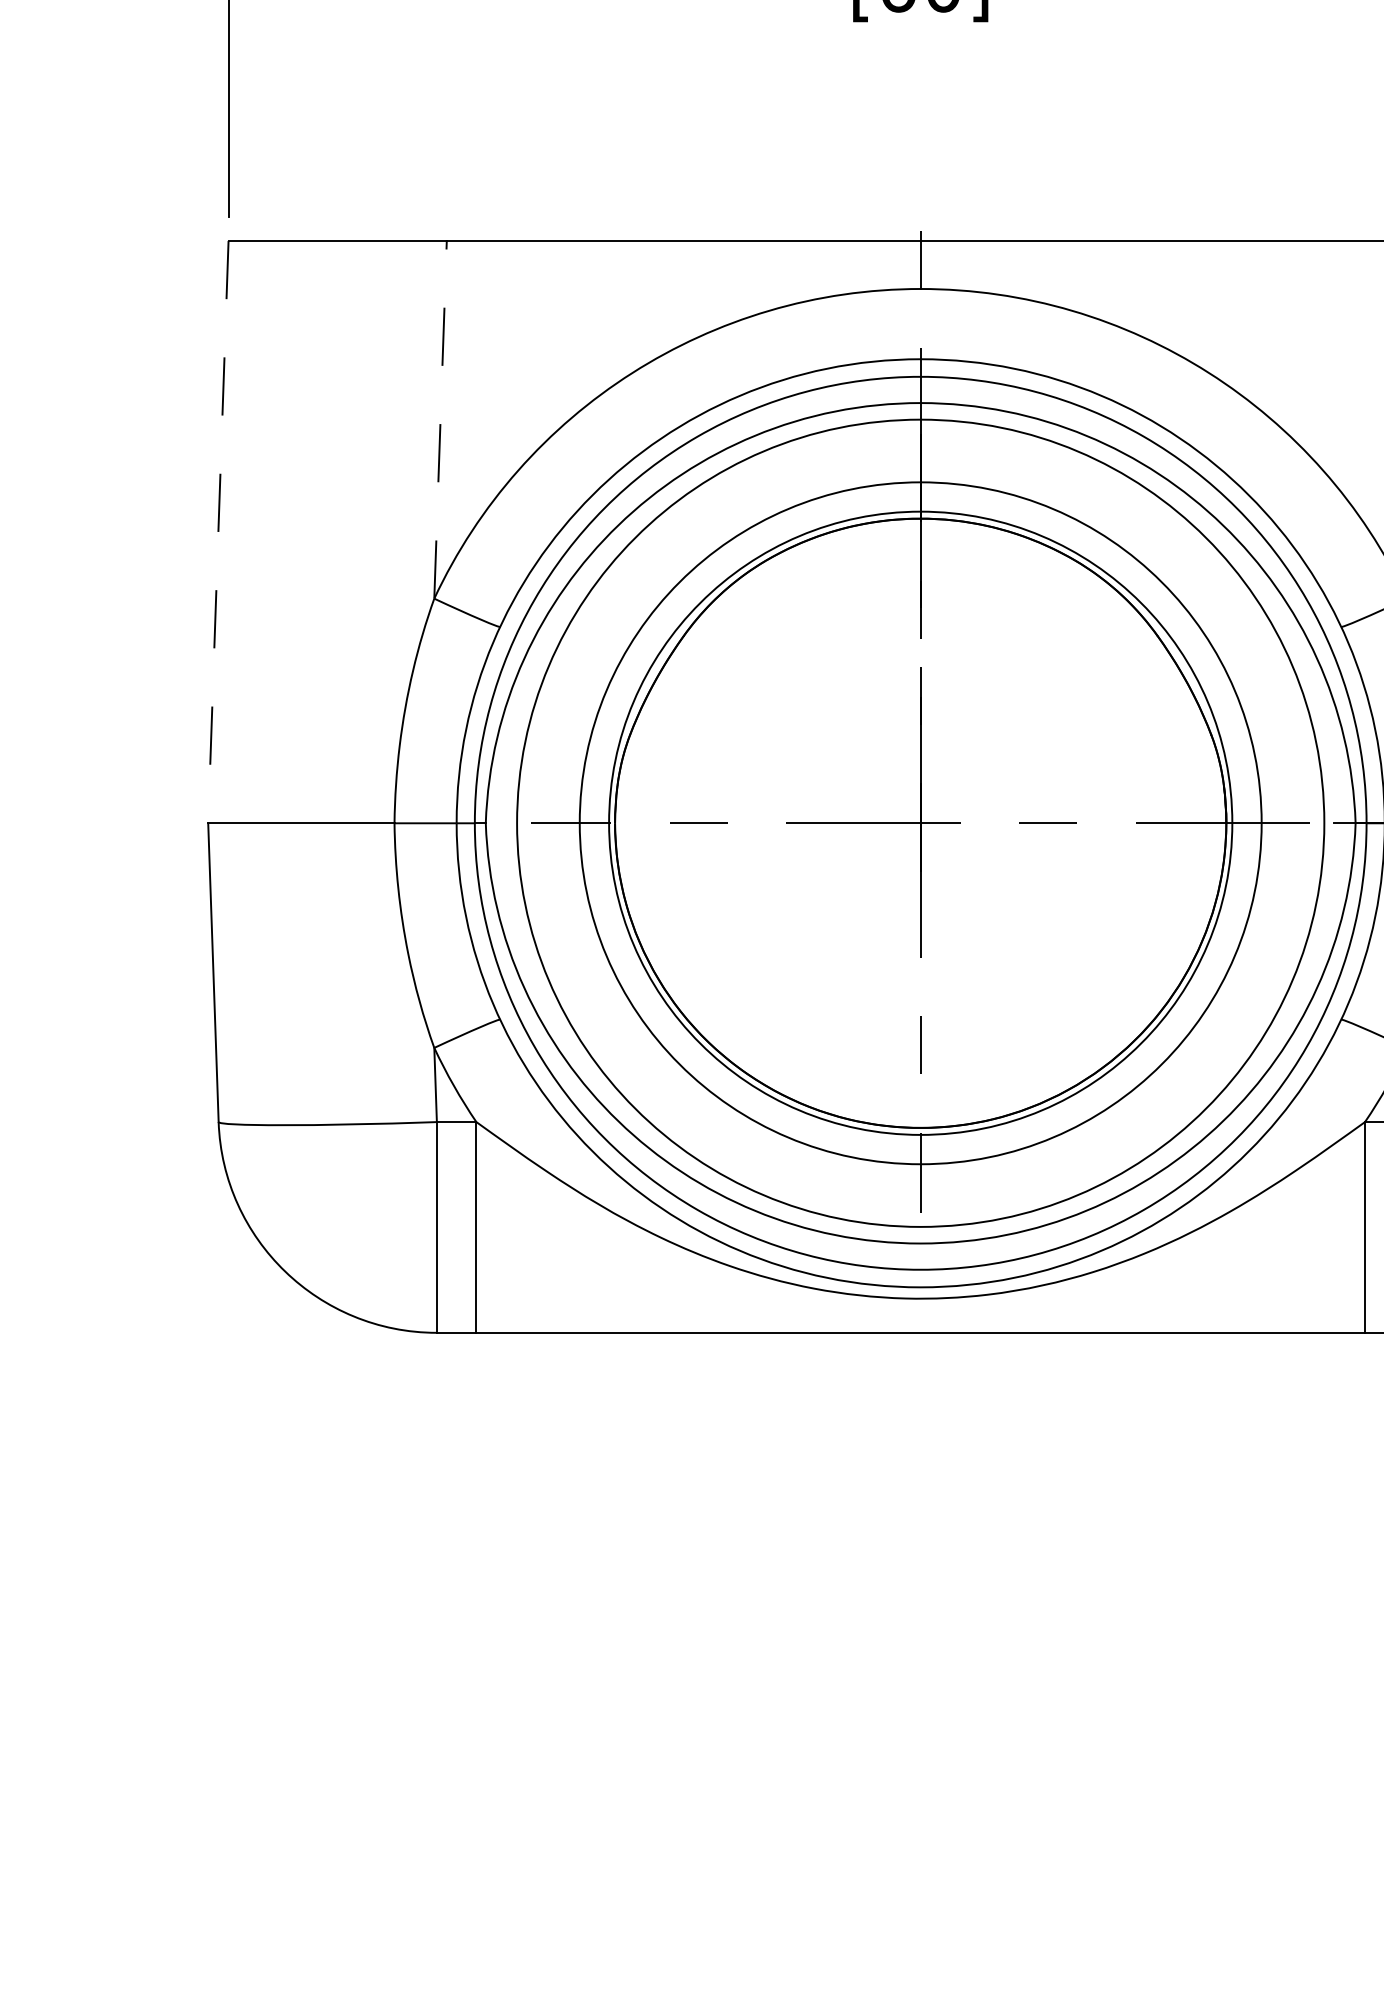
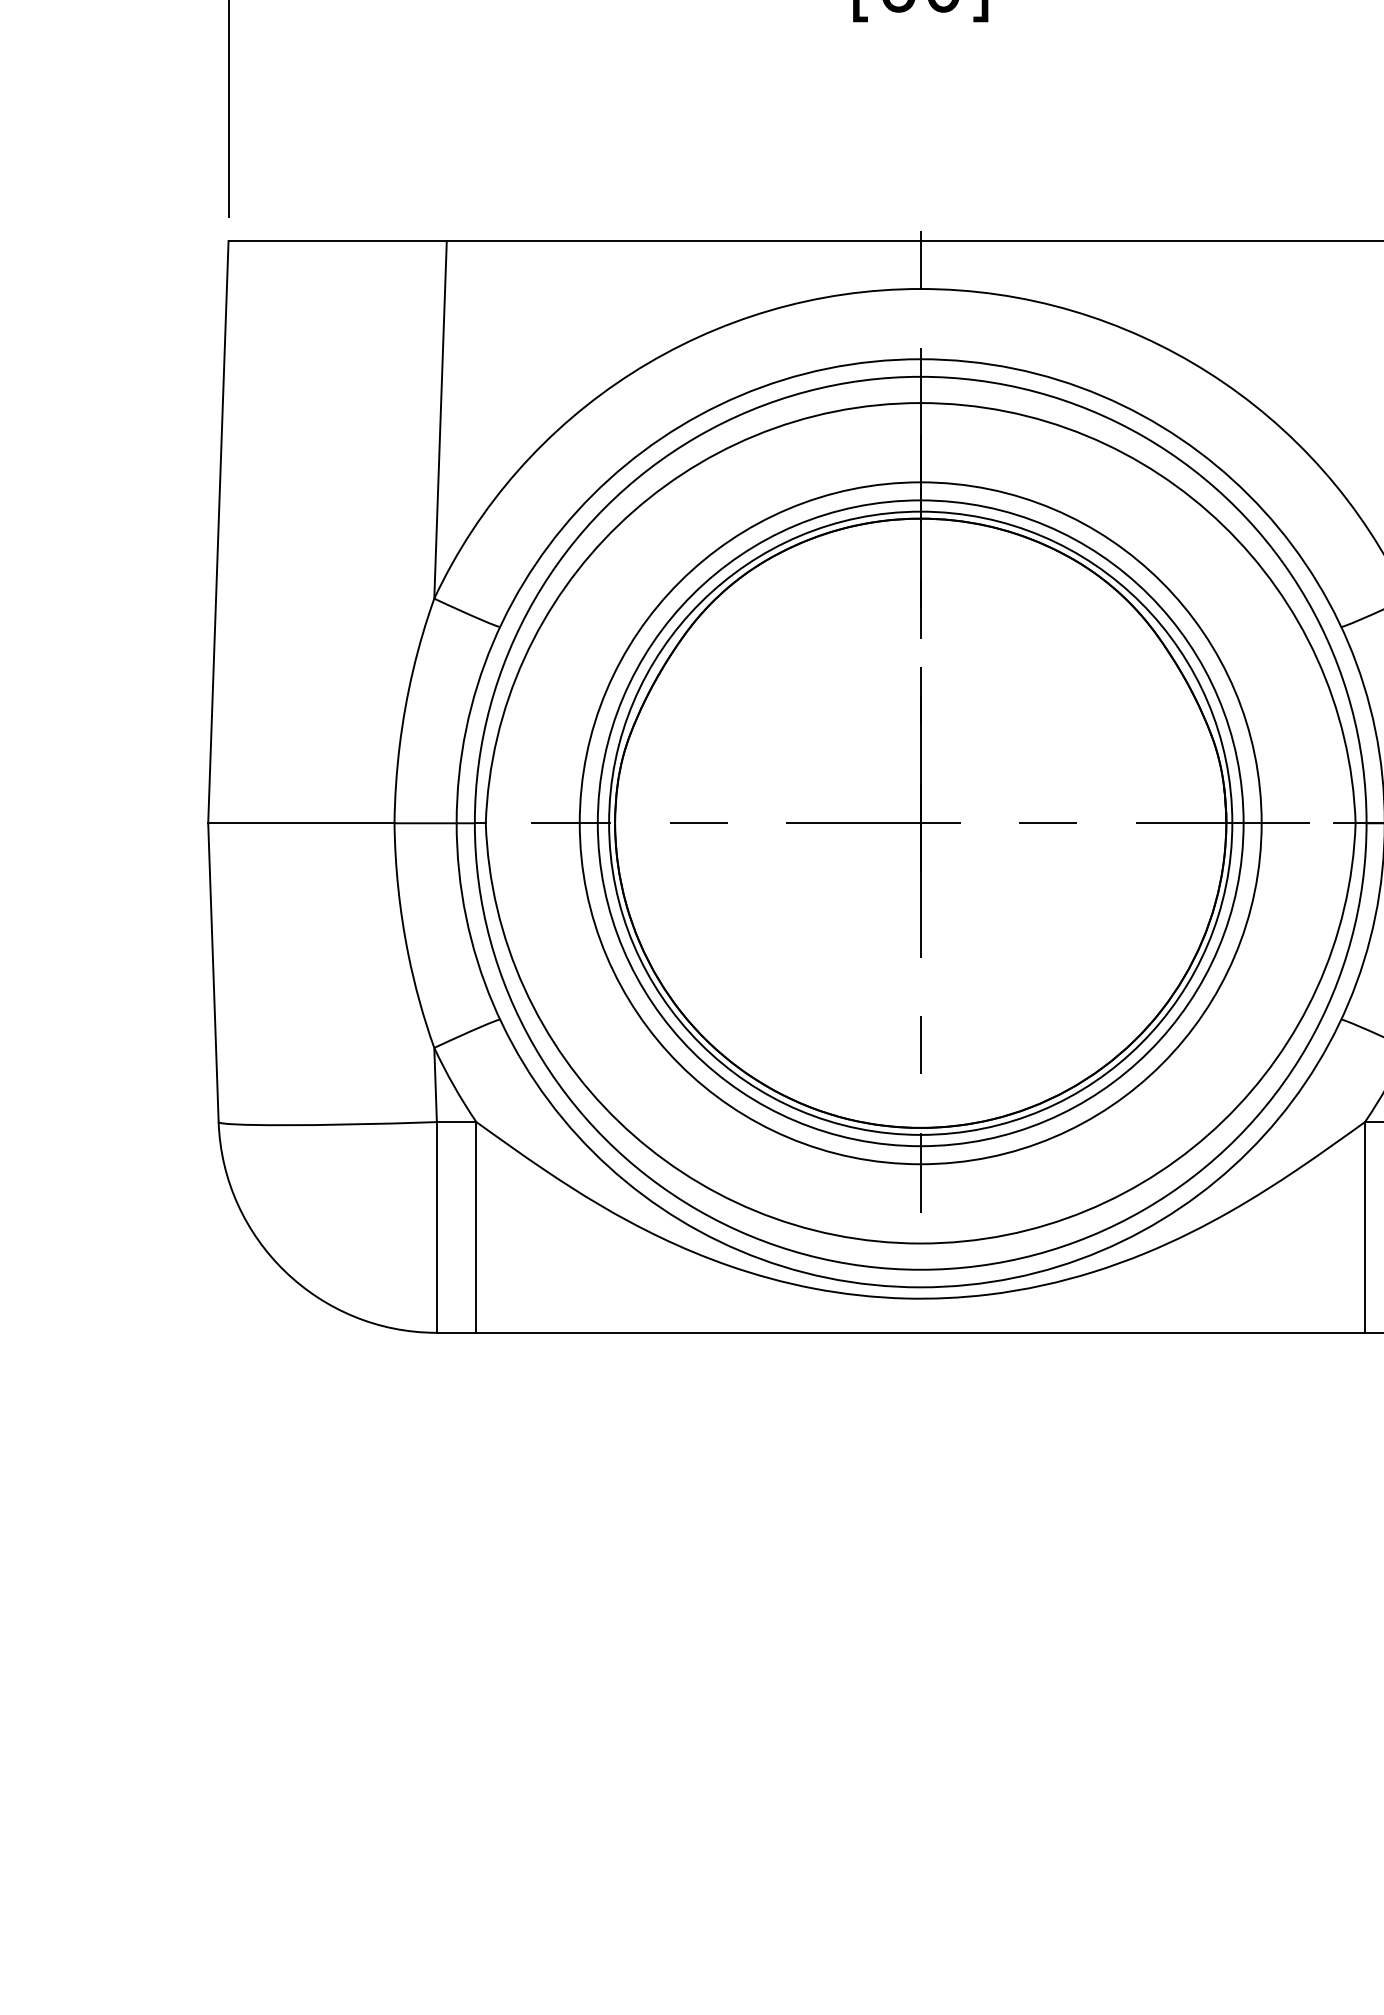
line at (440, 419): dashed -> solid
line at (218, 532): dashed -> solid
circle at (920, 822) diameter: 807 px -> 646 px
